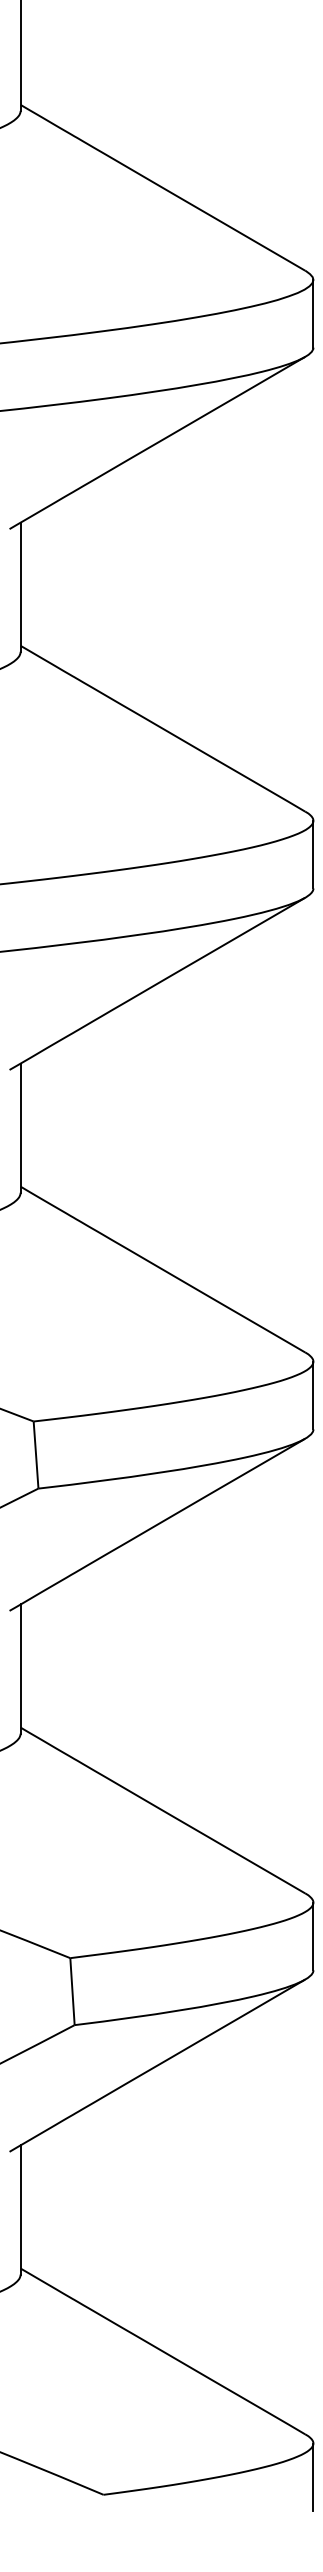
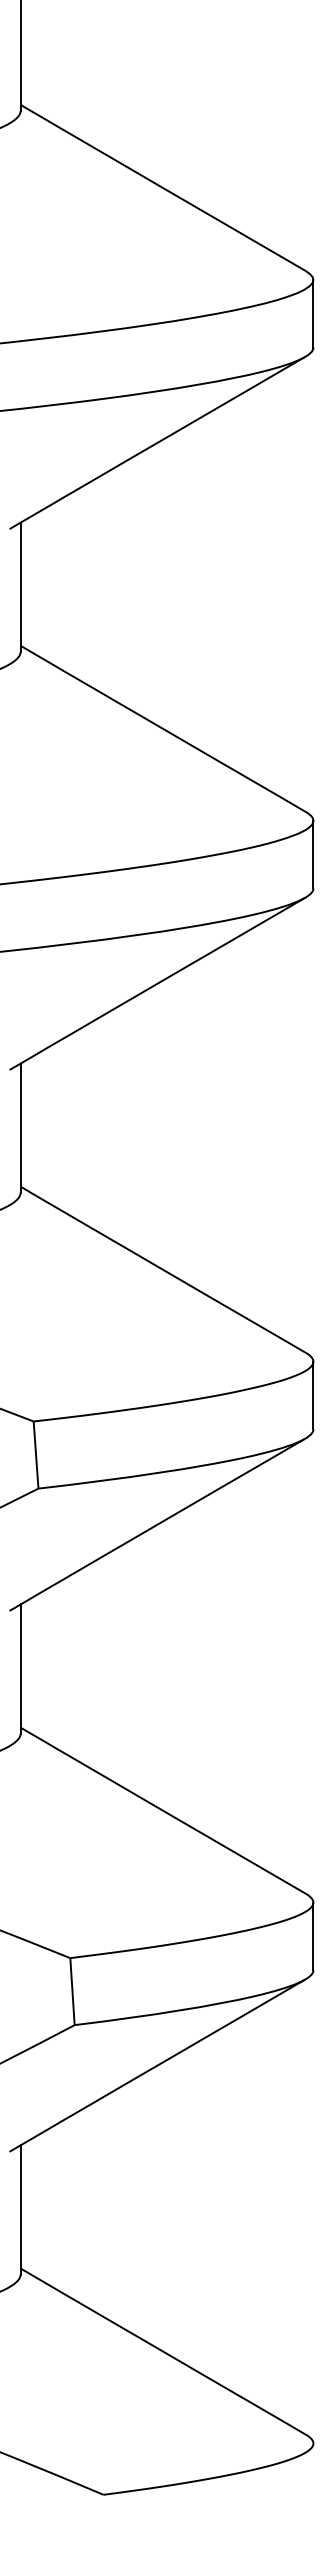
line at (313, 2477): present -> none
